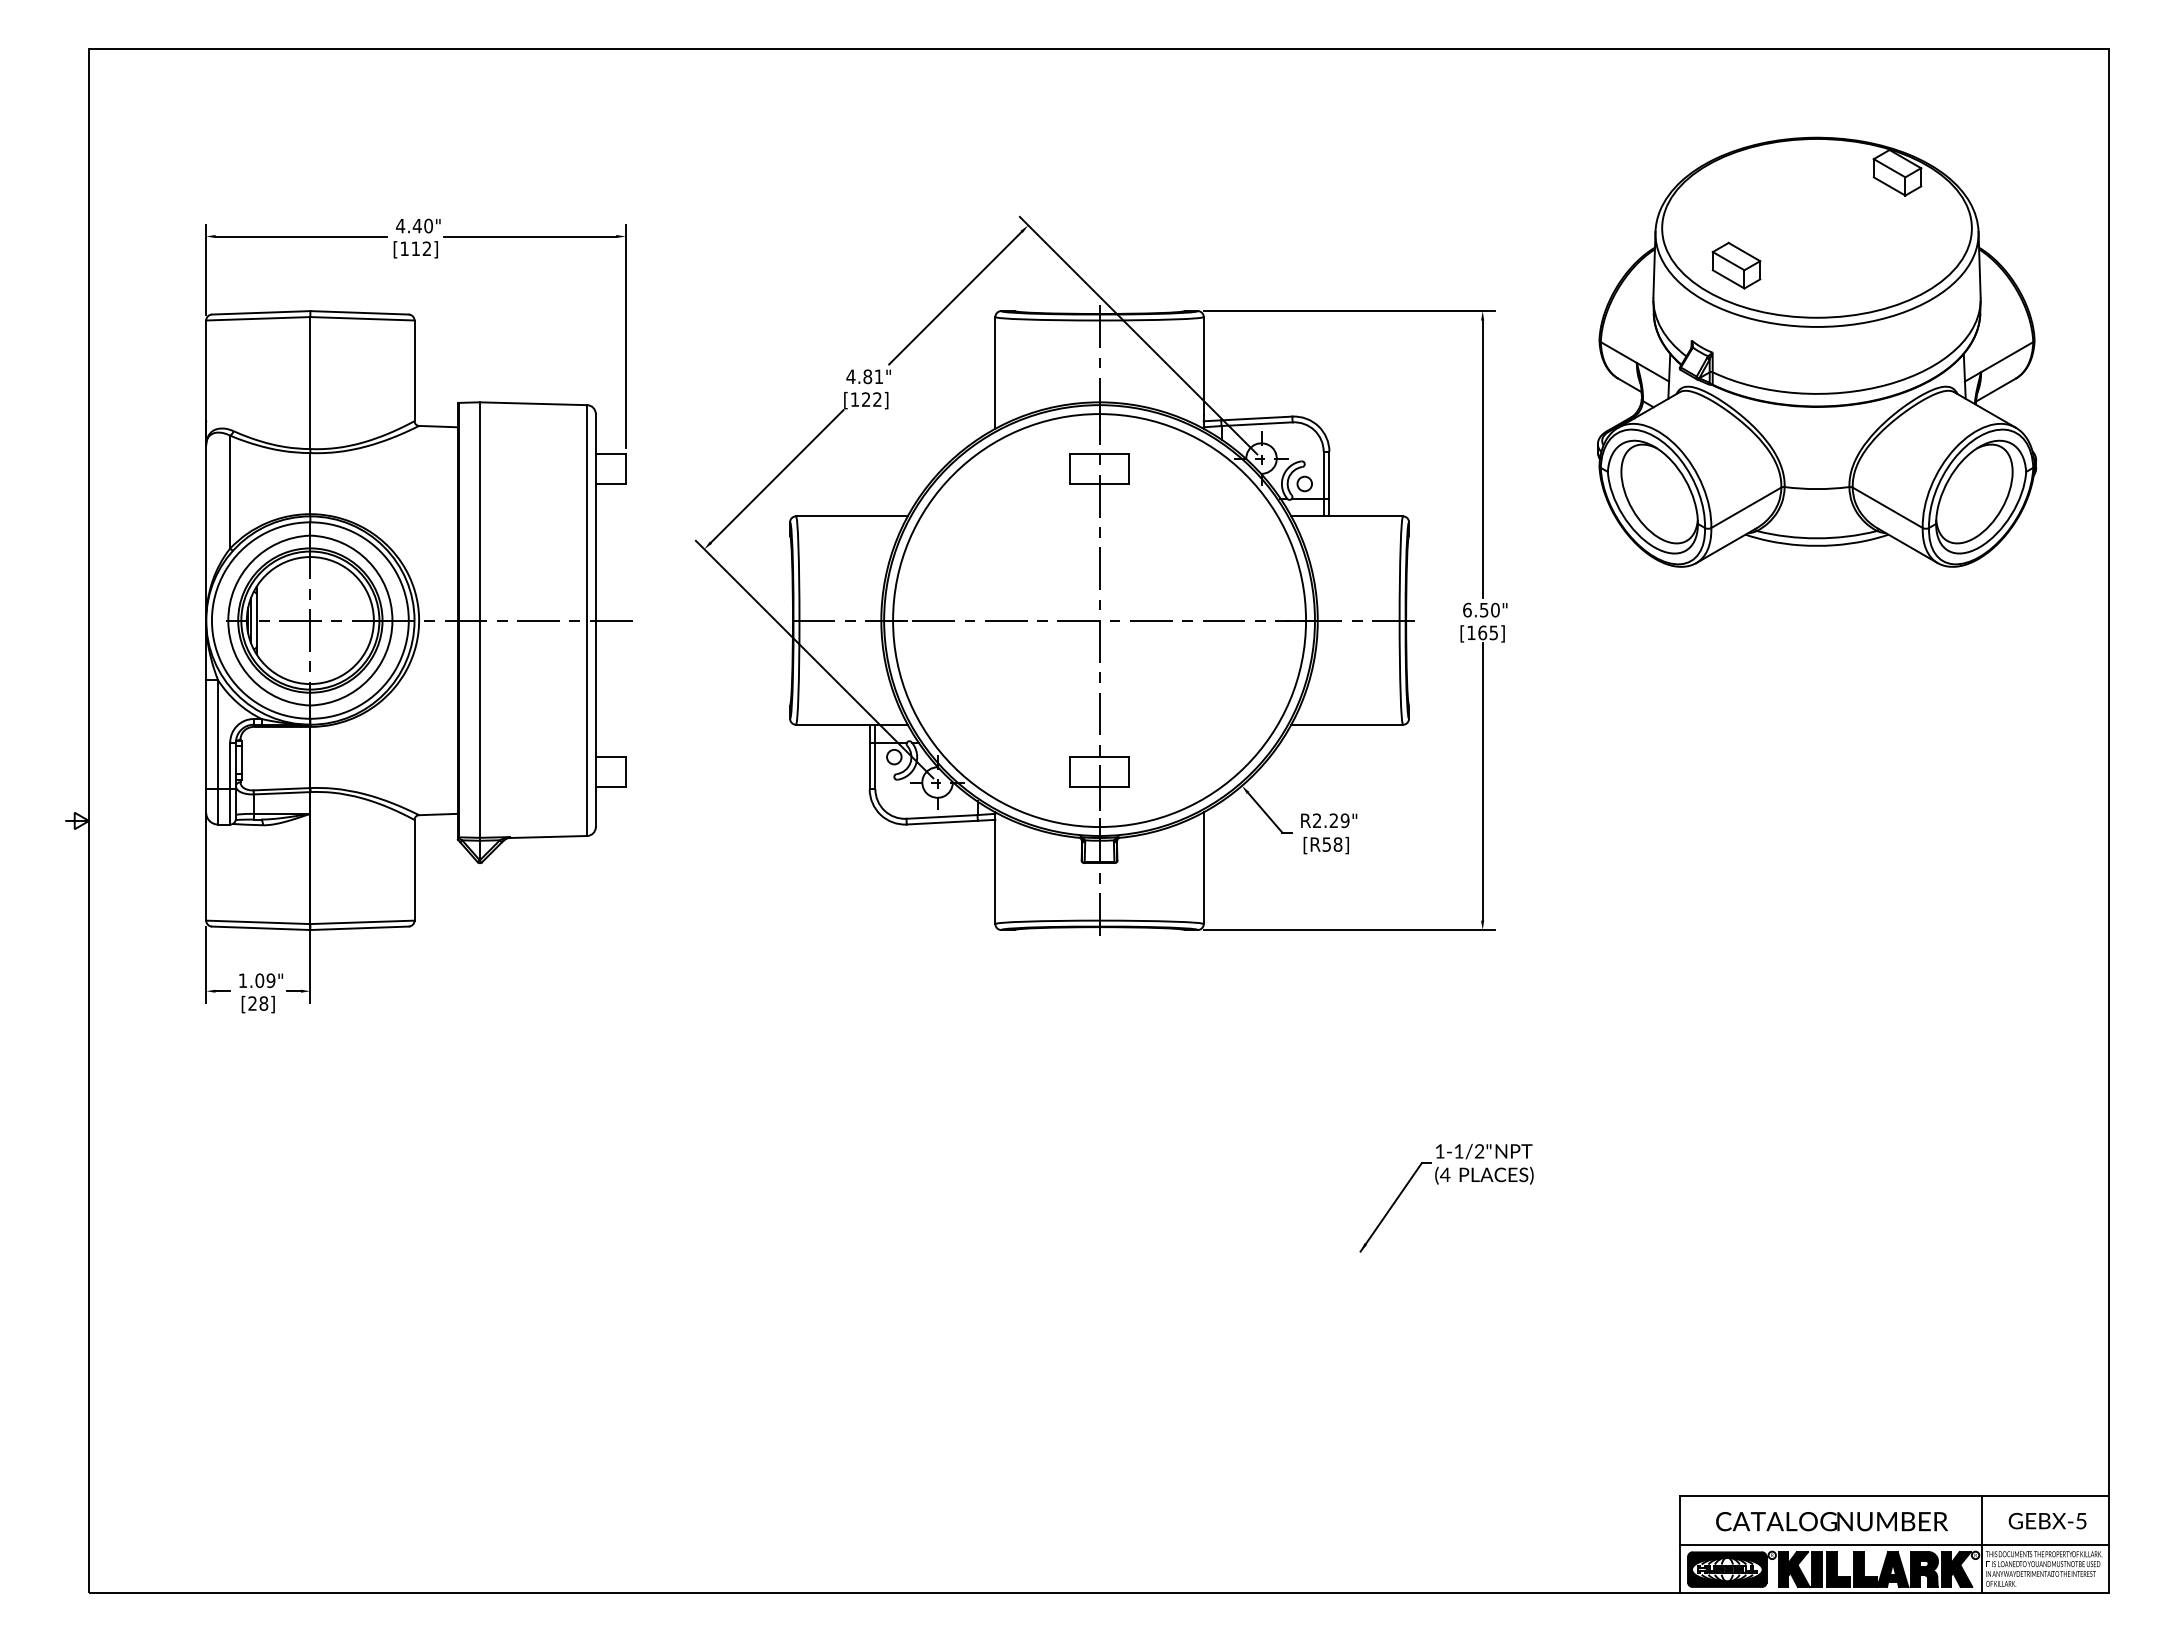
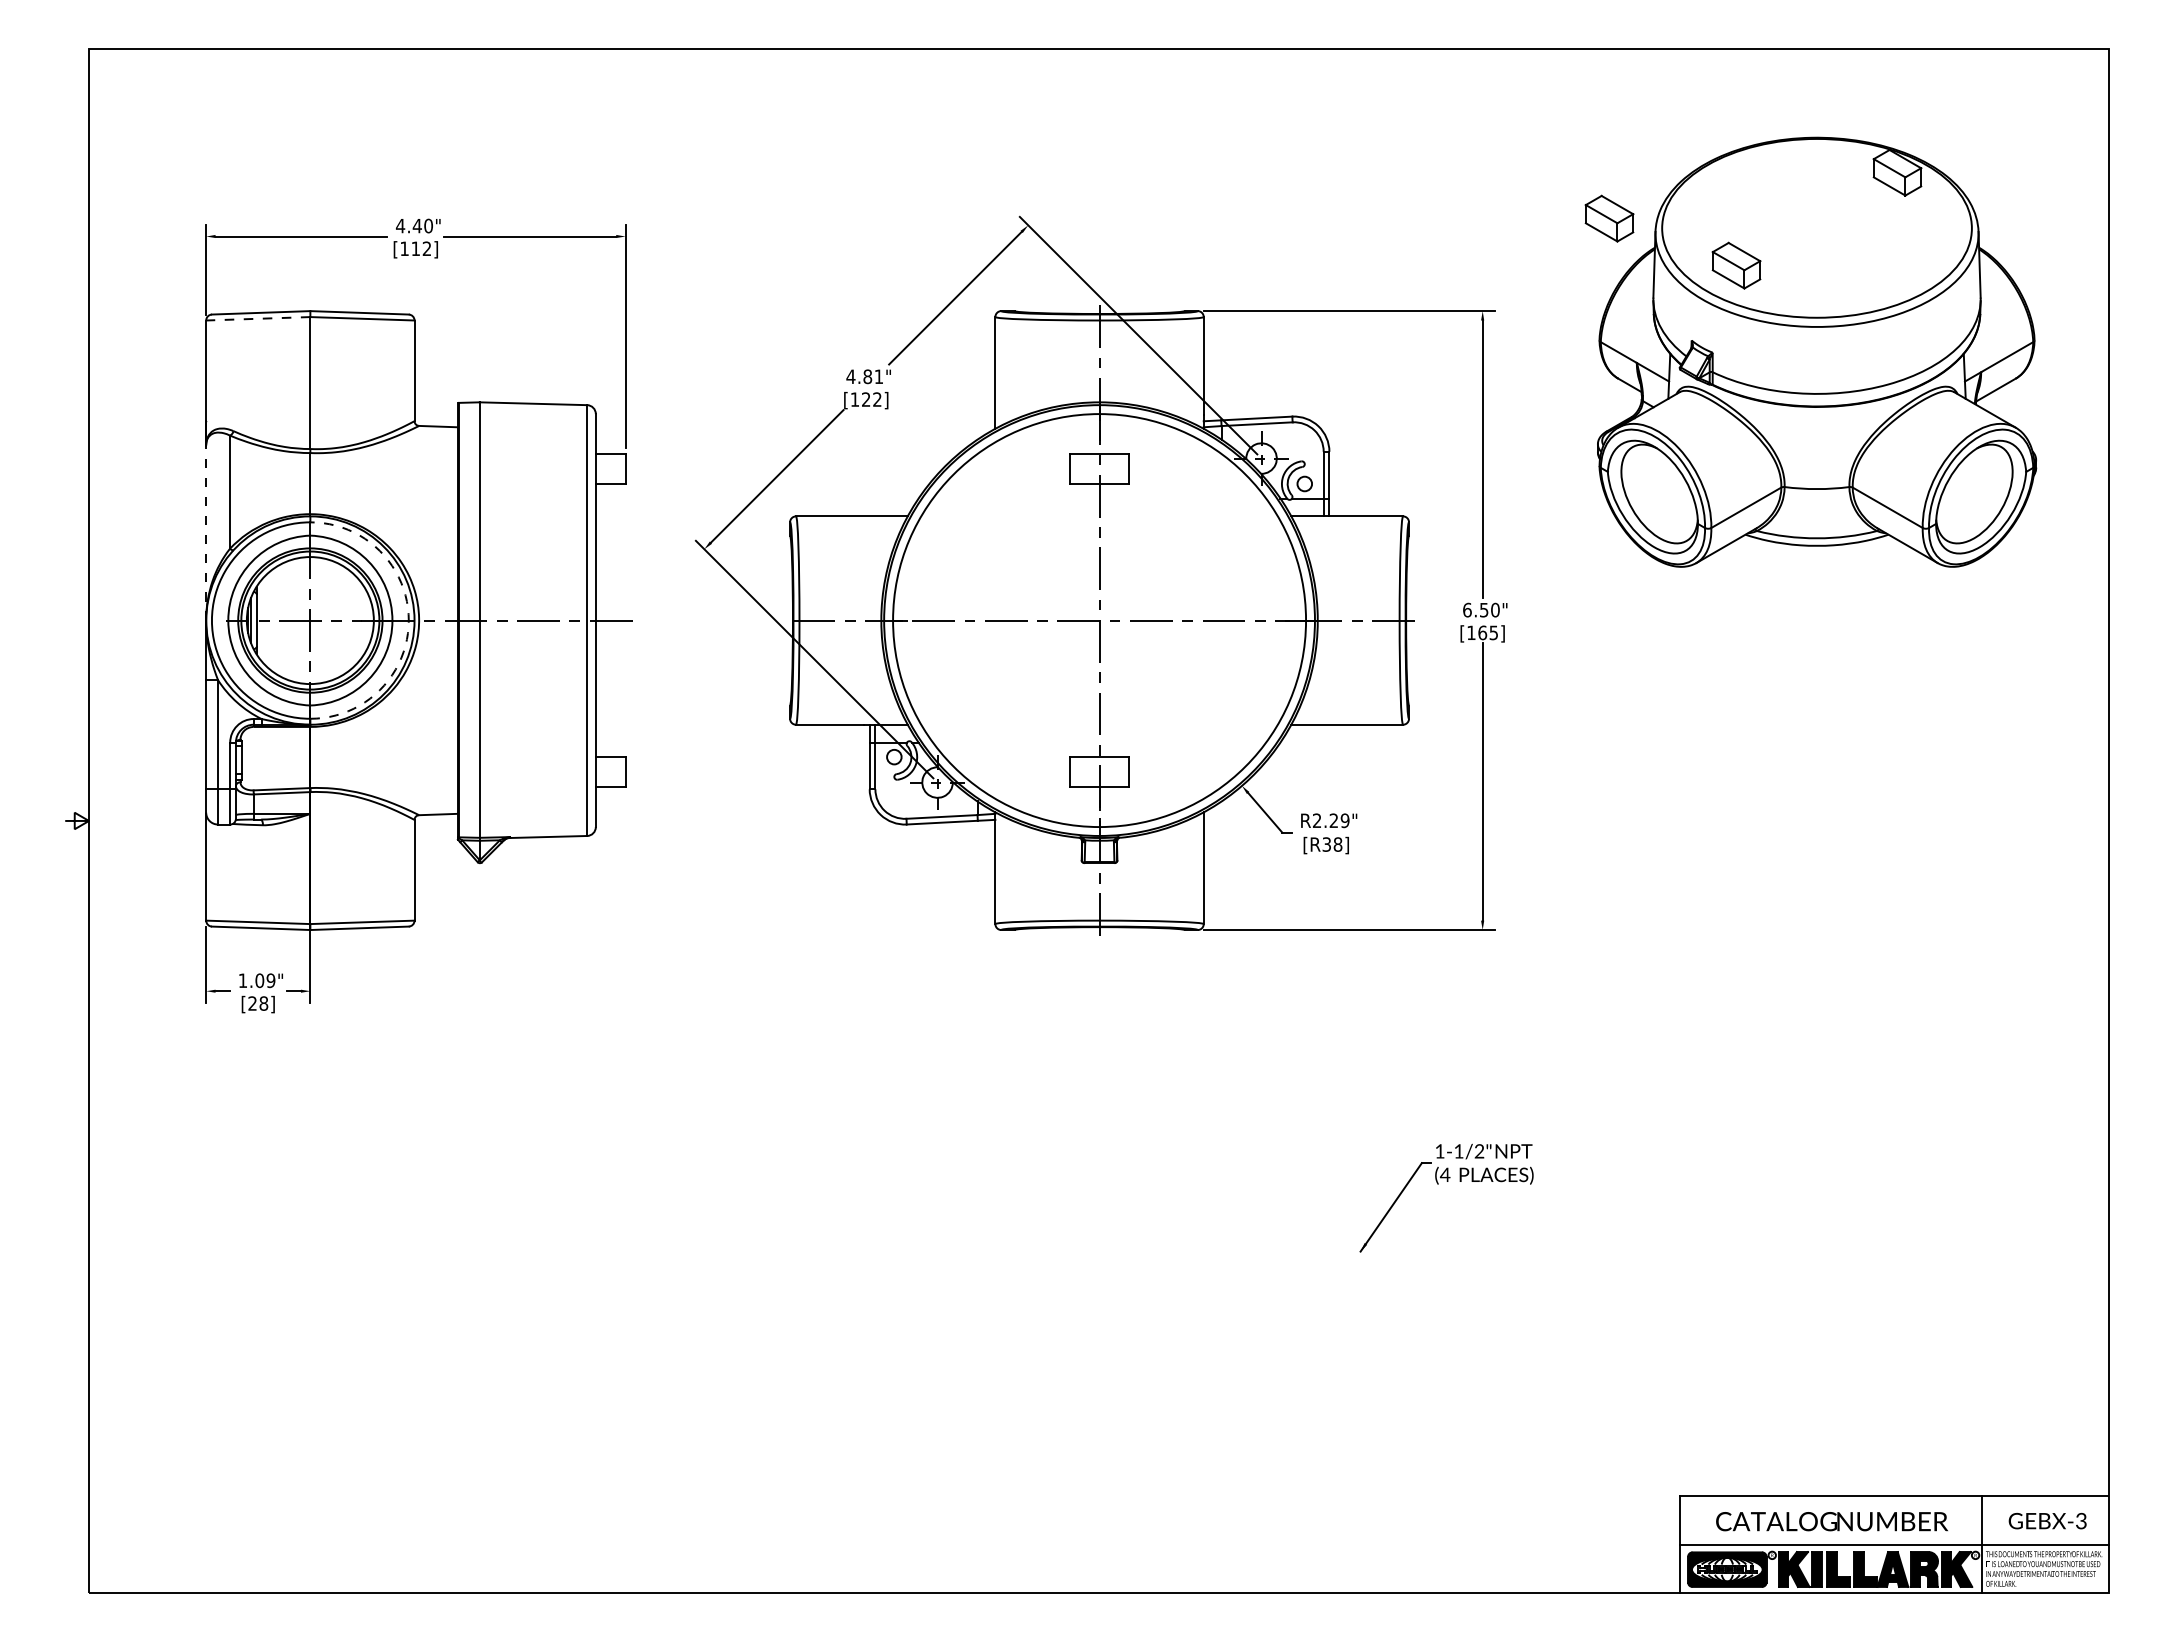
part at (1609, 218): none -> present
line at (257, 318): solid -> dashed
line at (206, 532): solid -> dashed
arc at (408, 620): solid -> dashed
text at (1326, 843): [R58] -> [R38]
text at (2081, 1520): GEBX-5 -> GEBX-3
